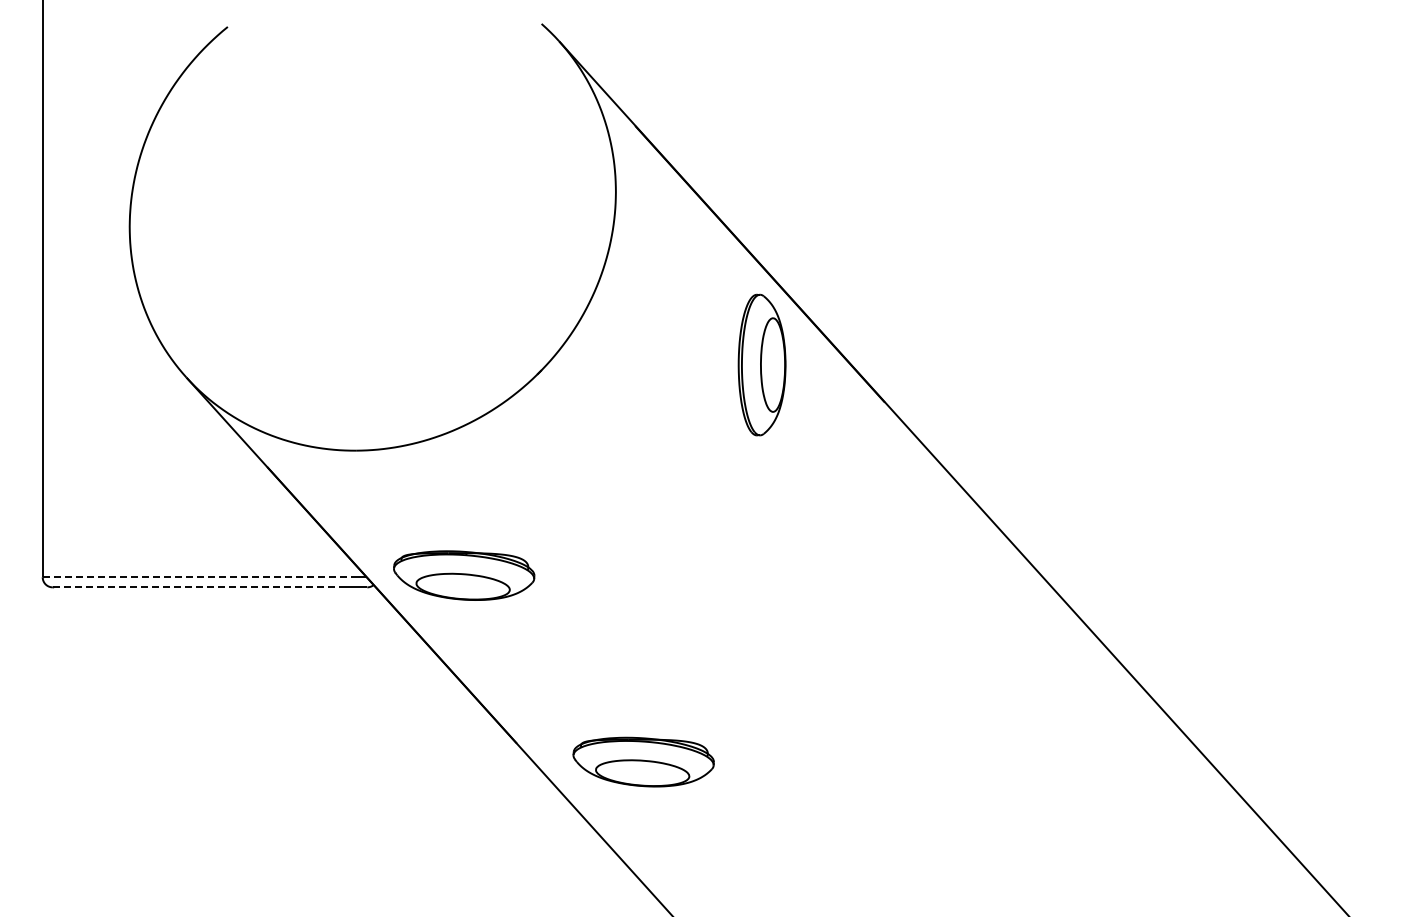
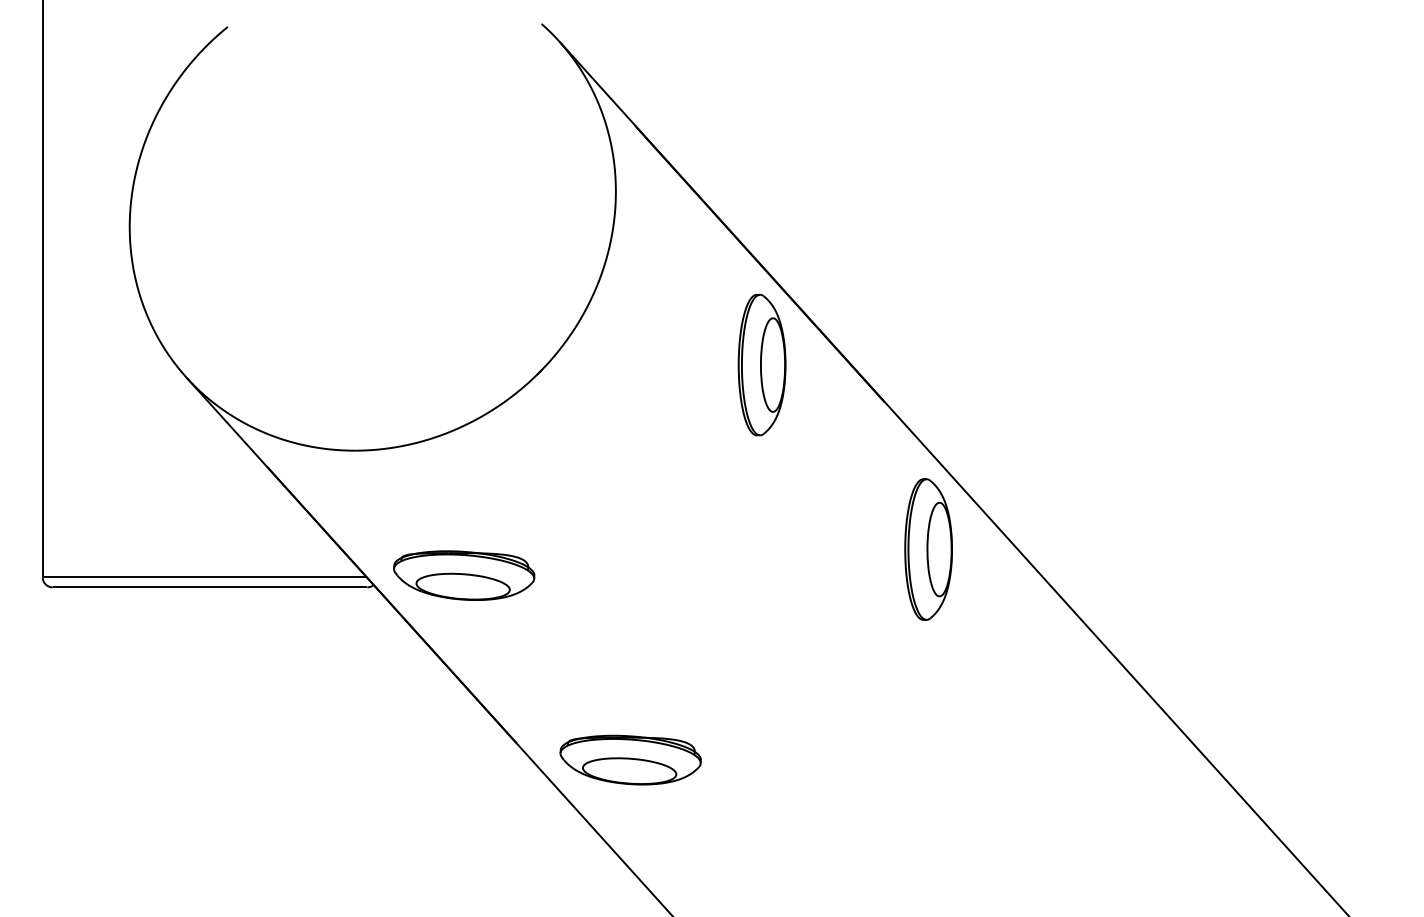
part at (928, 549): none -> present
line at (198, 577): dashed -> solid
line at (198, 587): dashed -> solid
part at (643, 761) position: (643, 761) -> (630, 759)
